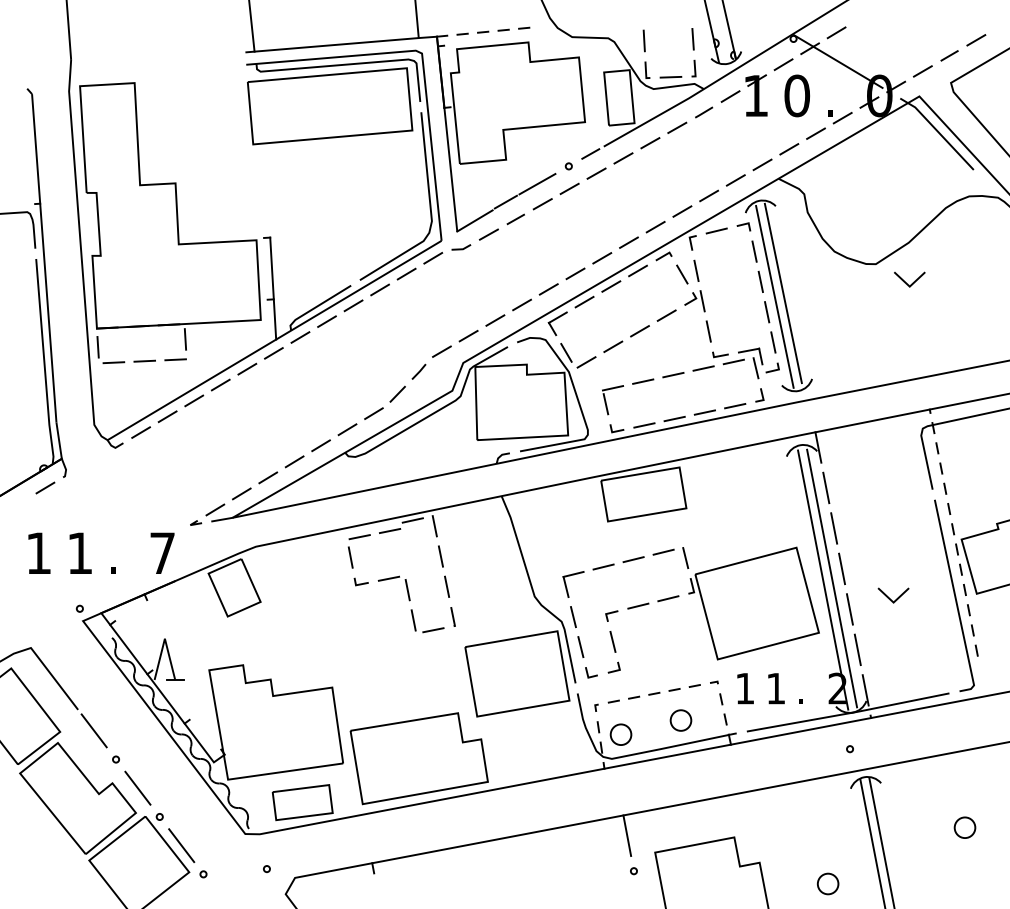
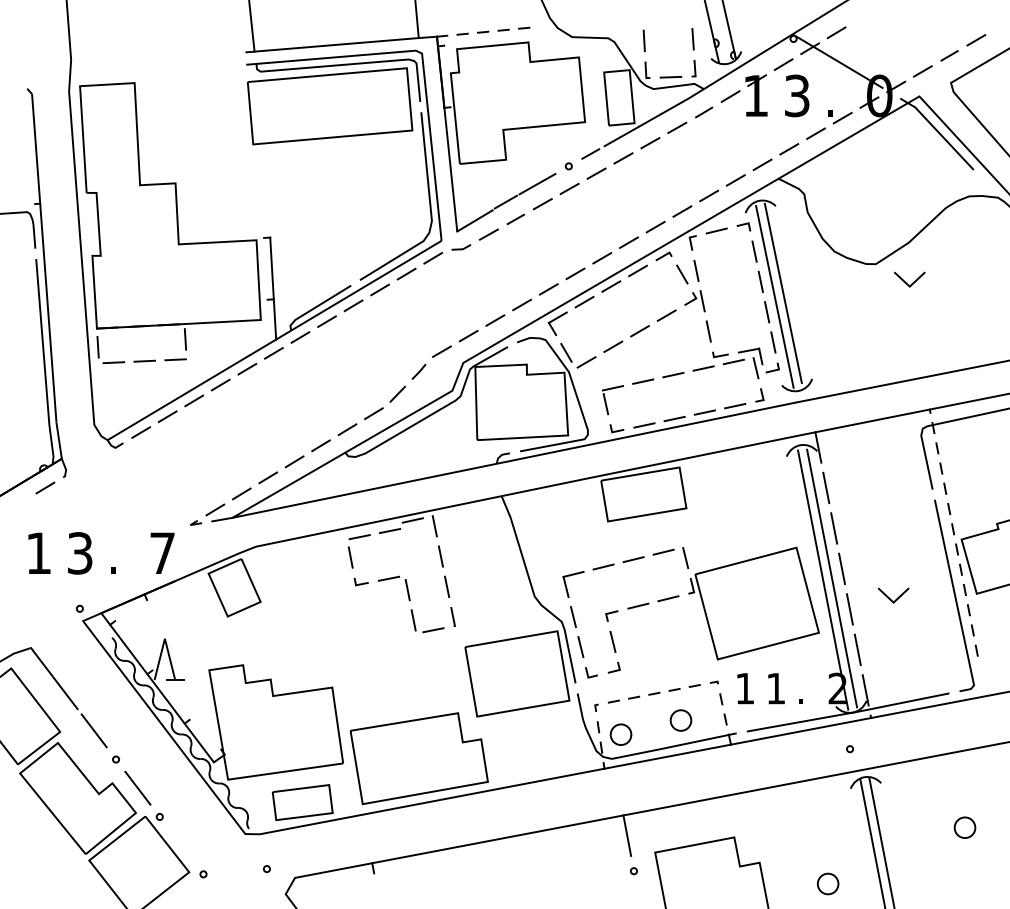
text at (797, 95): 0 -> 3
text at (80, 553): 1 -> 3
line at (181, 845): present -> none
